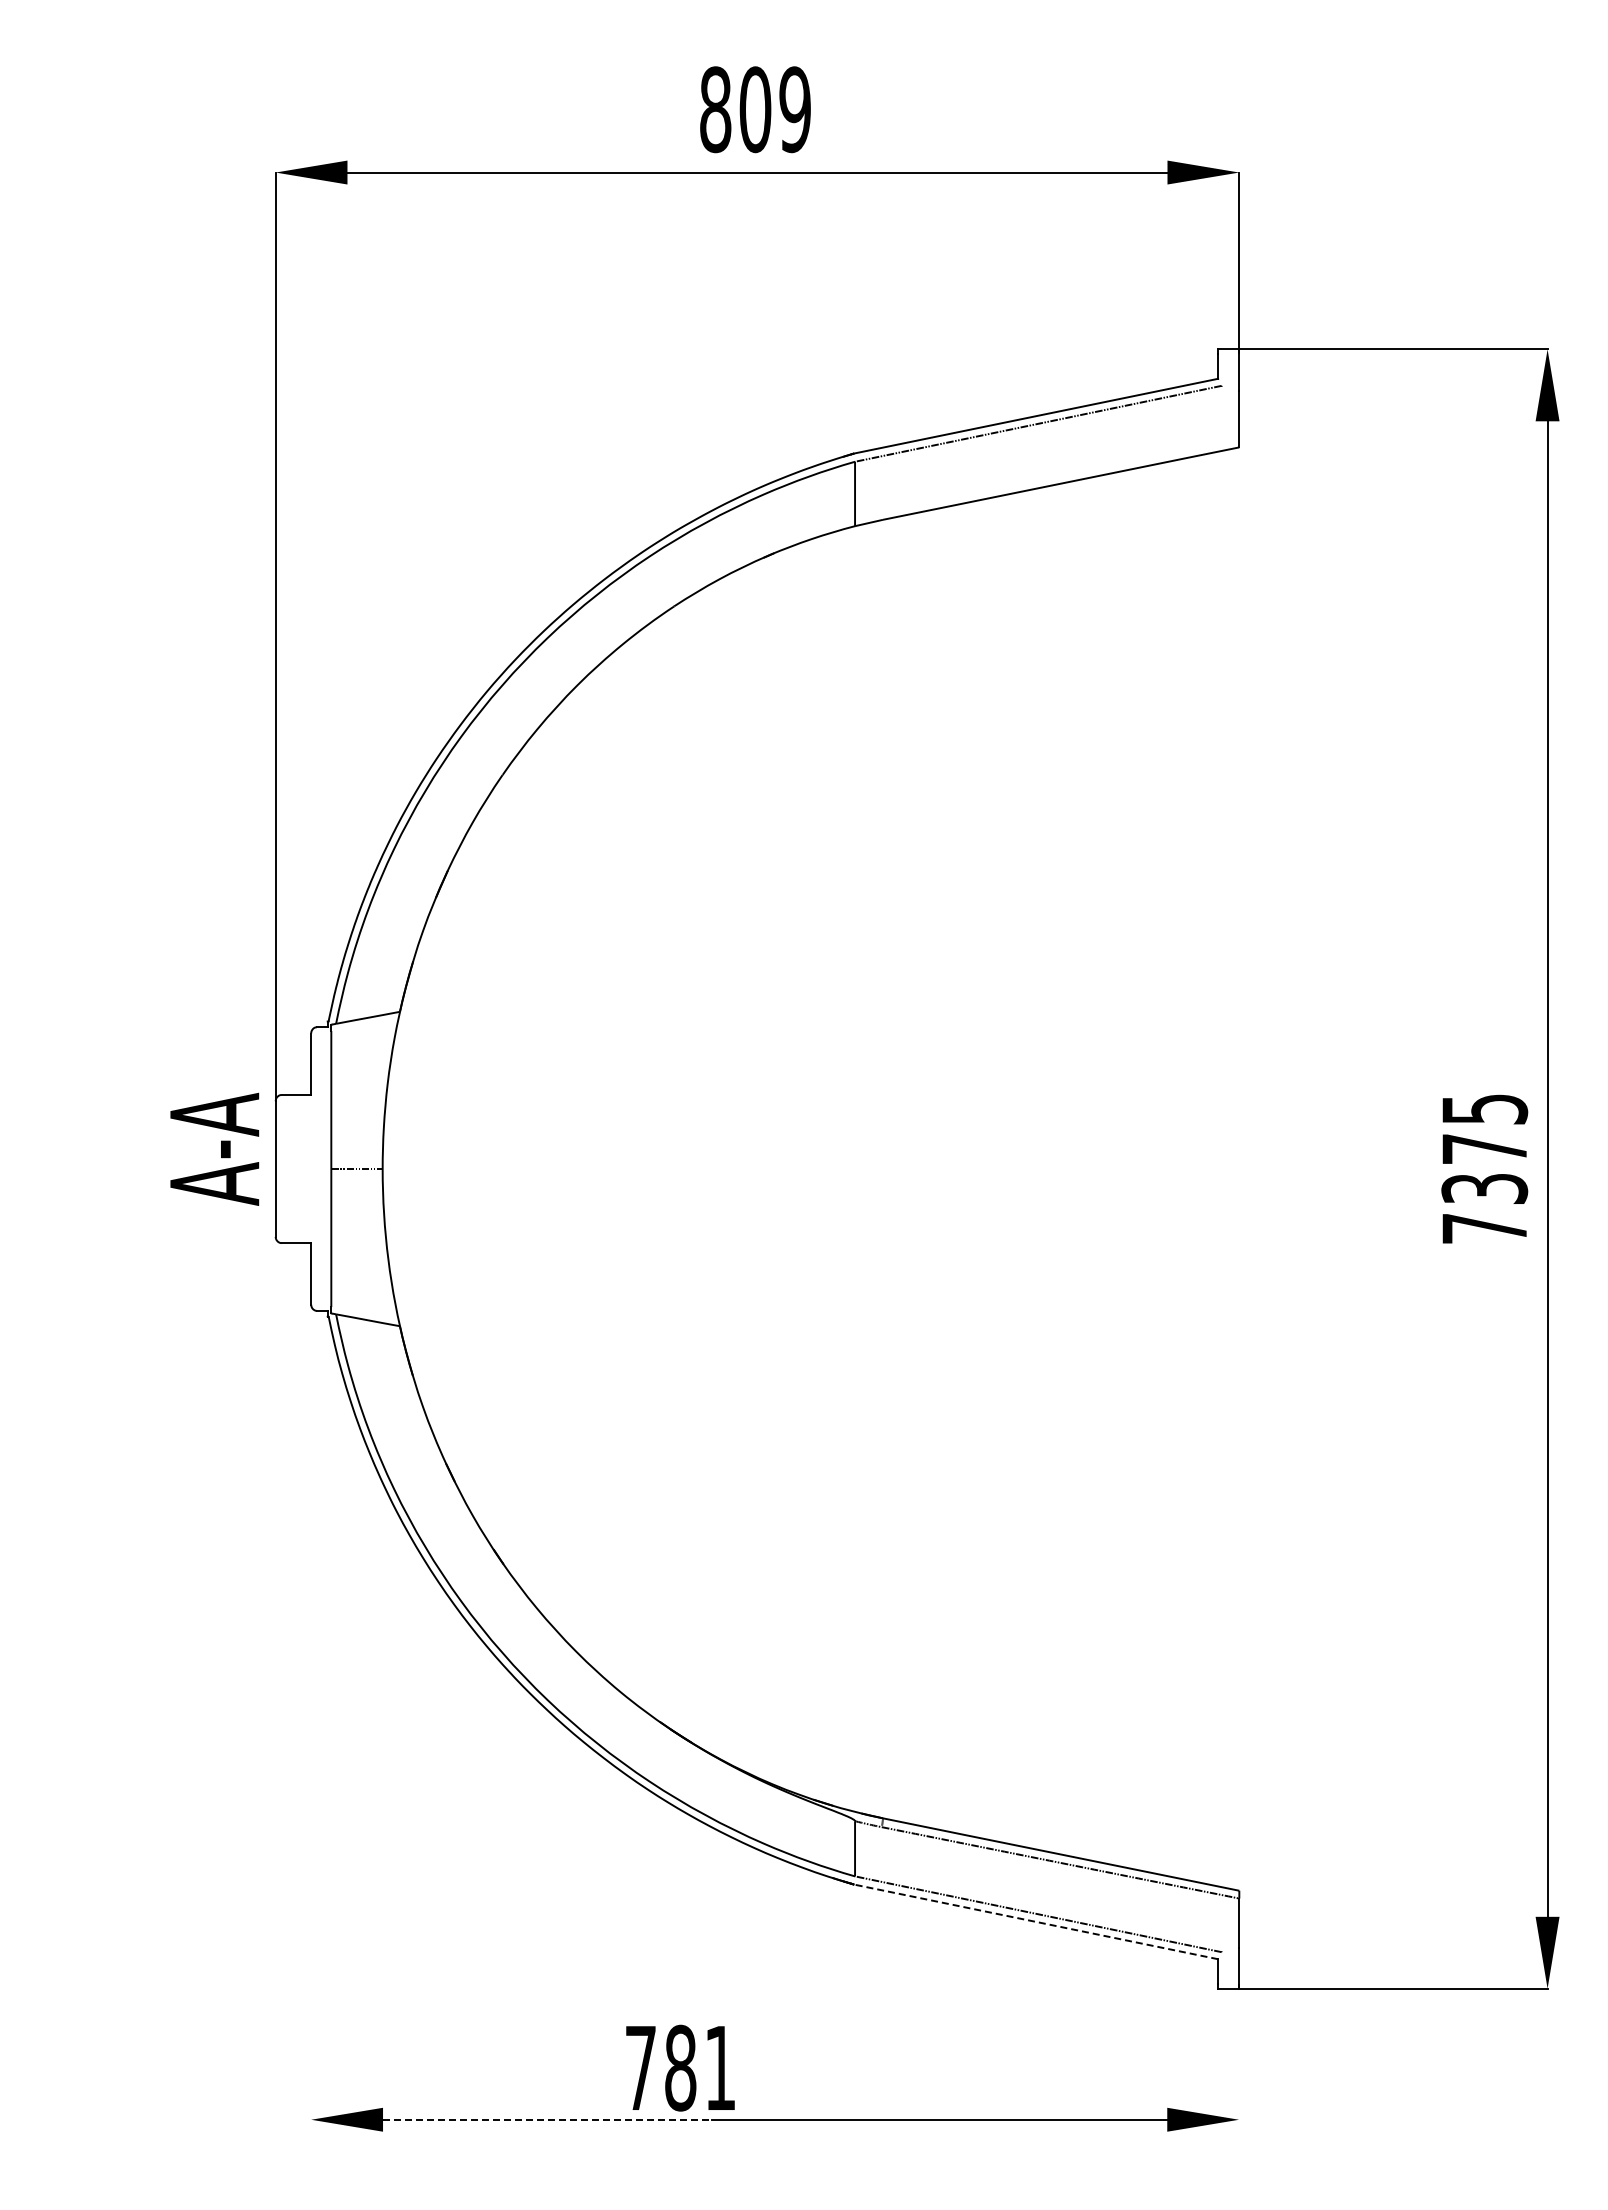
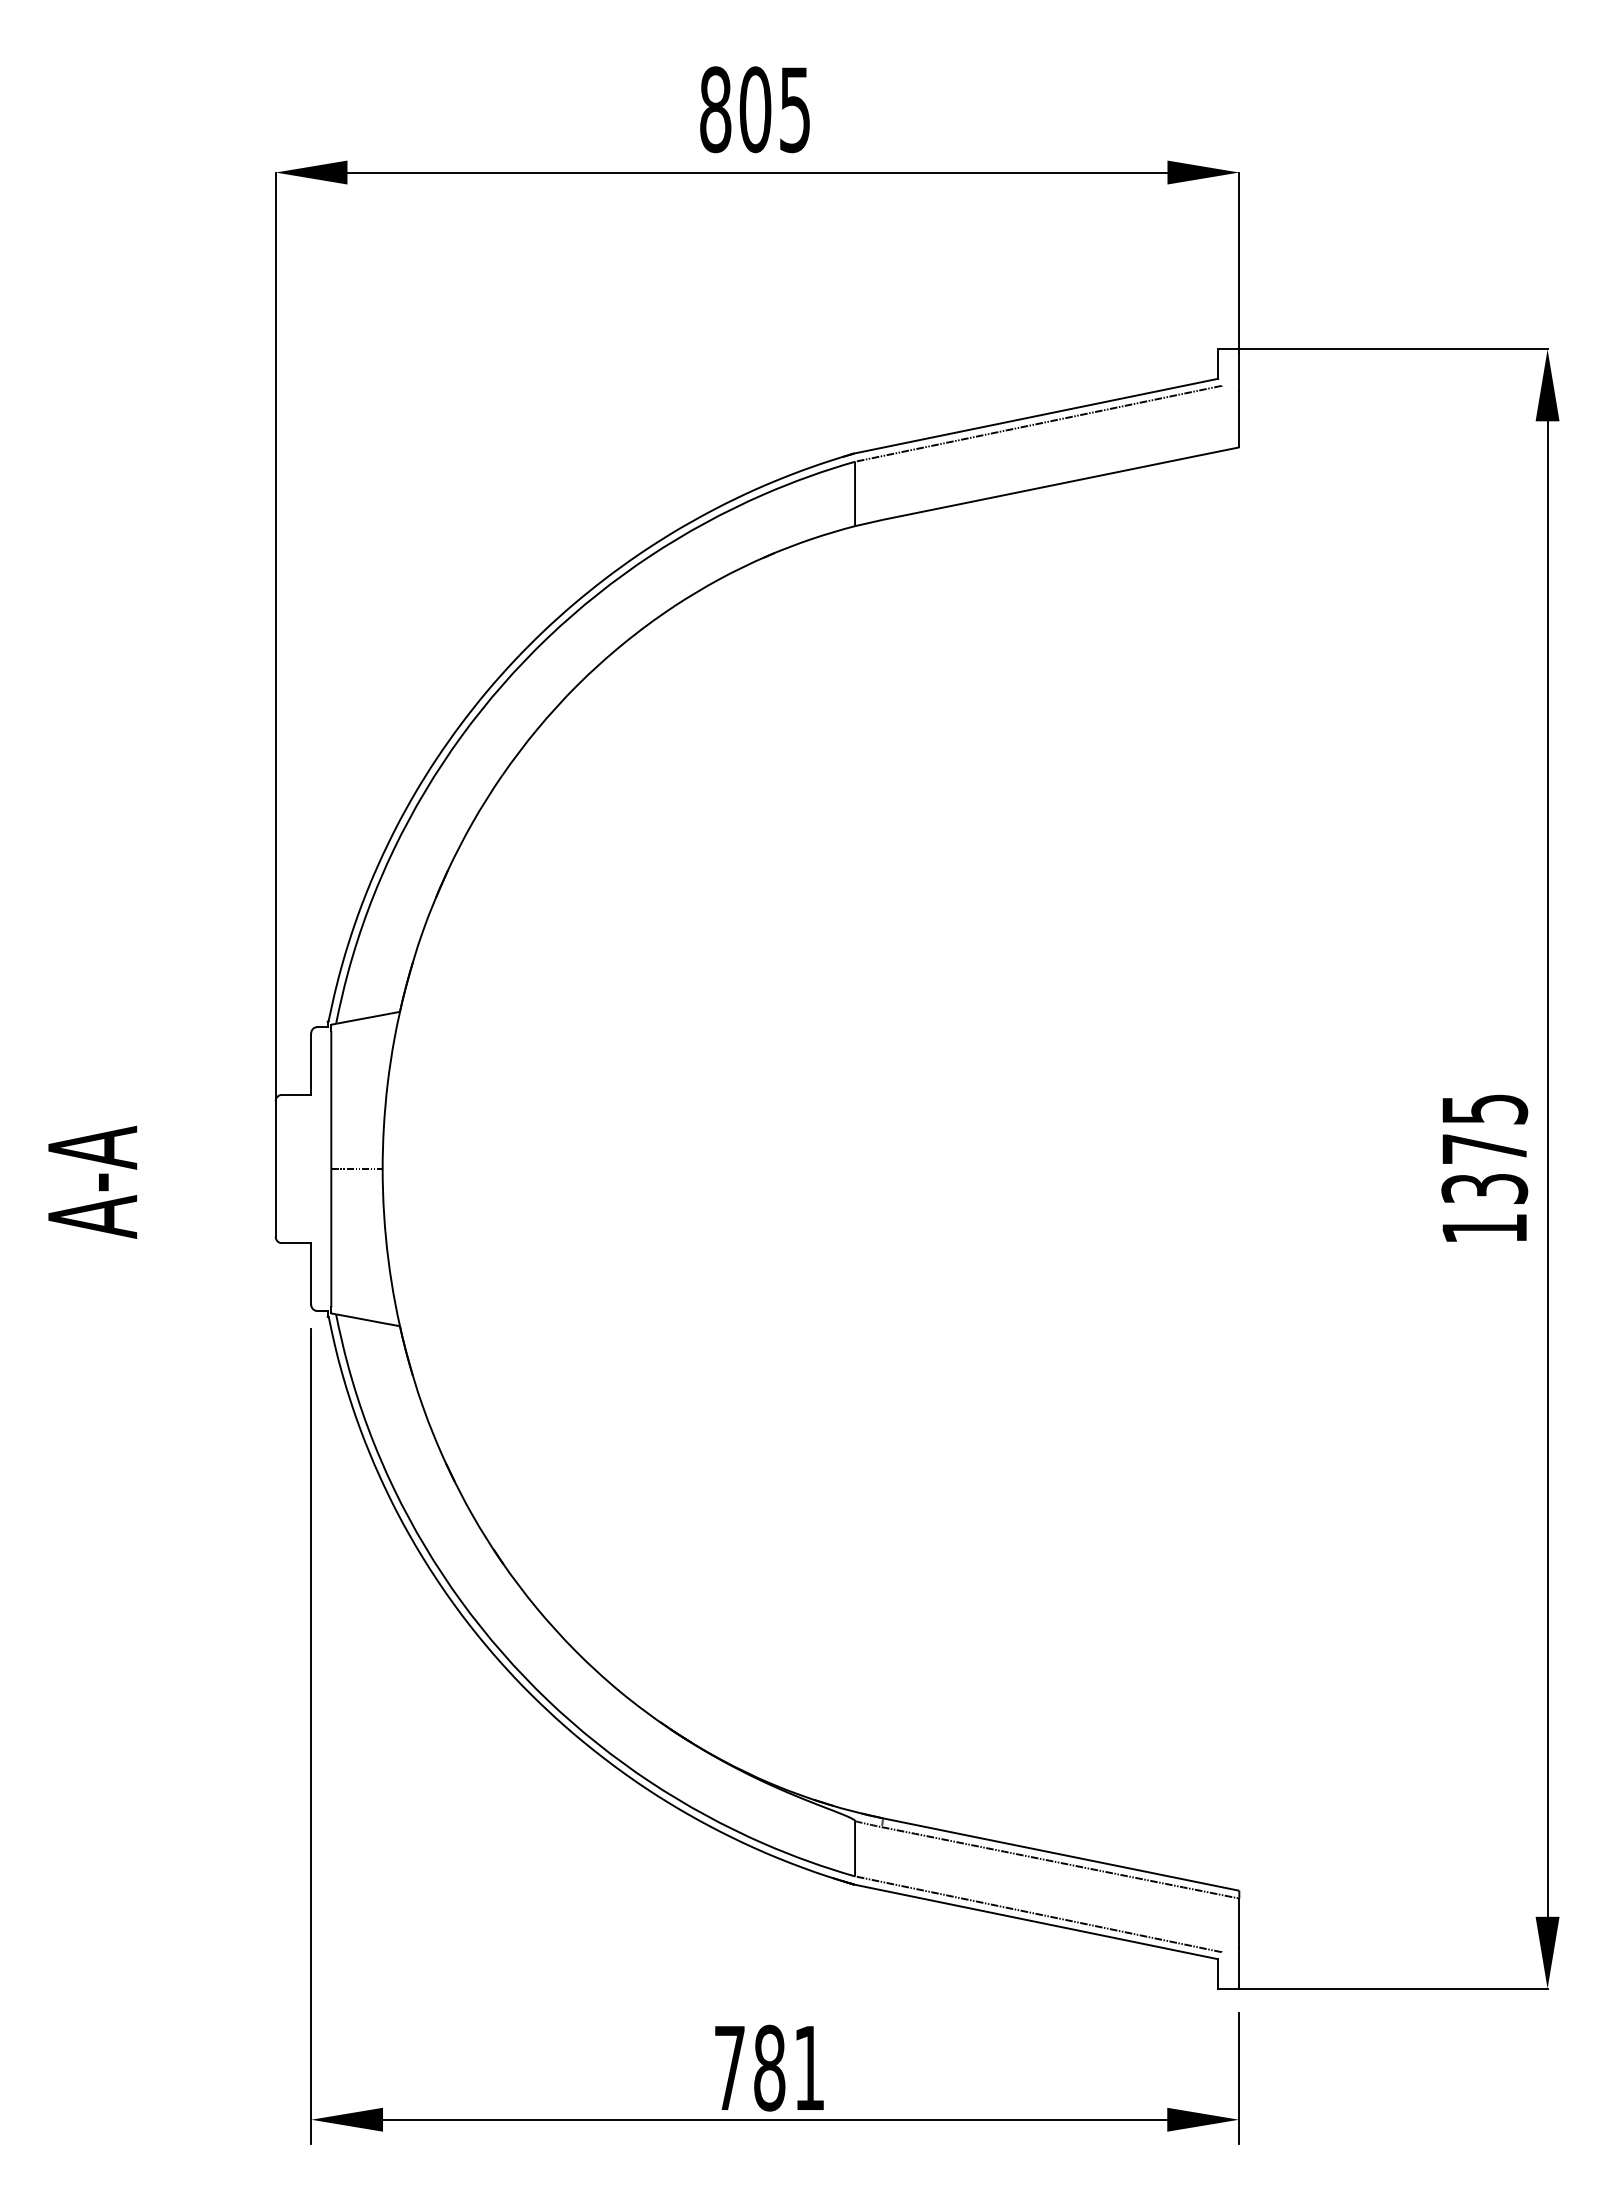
text at (794, 109): 809 -> 805
text at (214, 1148) position: (214, 1148) -> (92, 1181)
text at (1484, 1228): 7375 -> 1375
line at (311, 1735): none -> present
line at (1036, 1921): dashed -> solid
text at (680, 2067) position: (680, 2067) -> (769, 2067)
line at (1239, 2077): none -> present
line at (547, 2119): dashed -> solid
